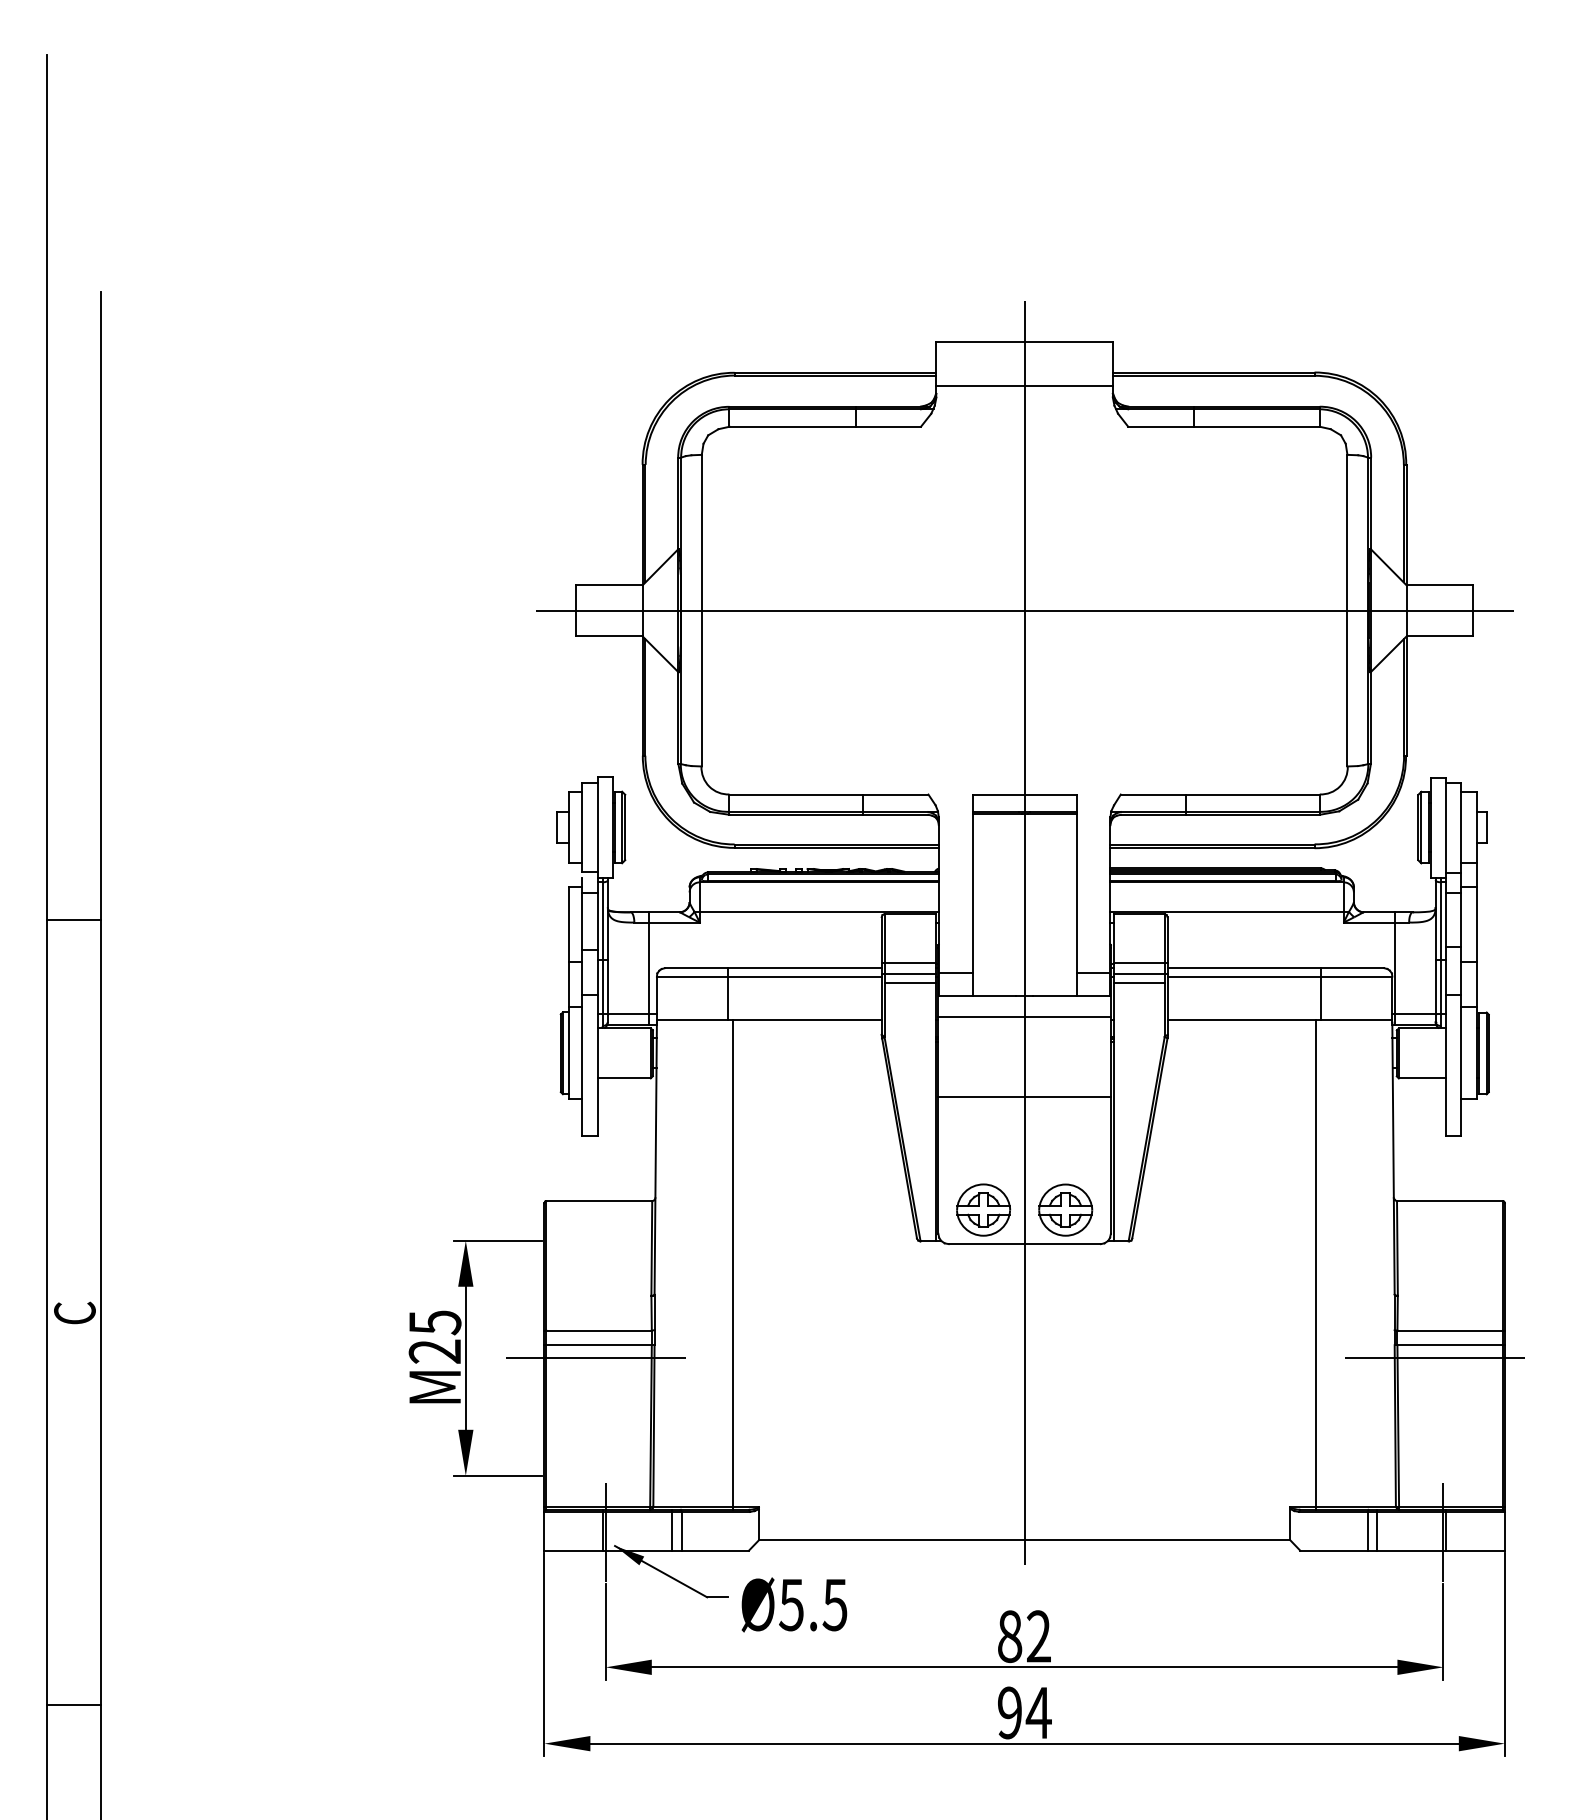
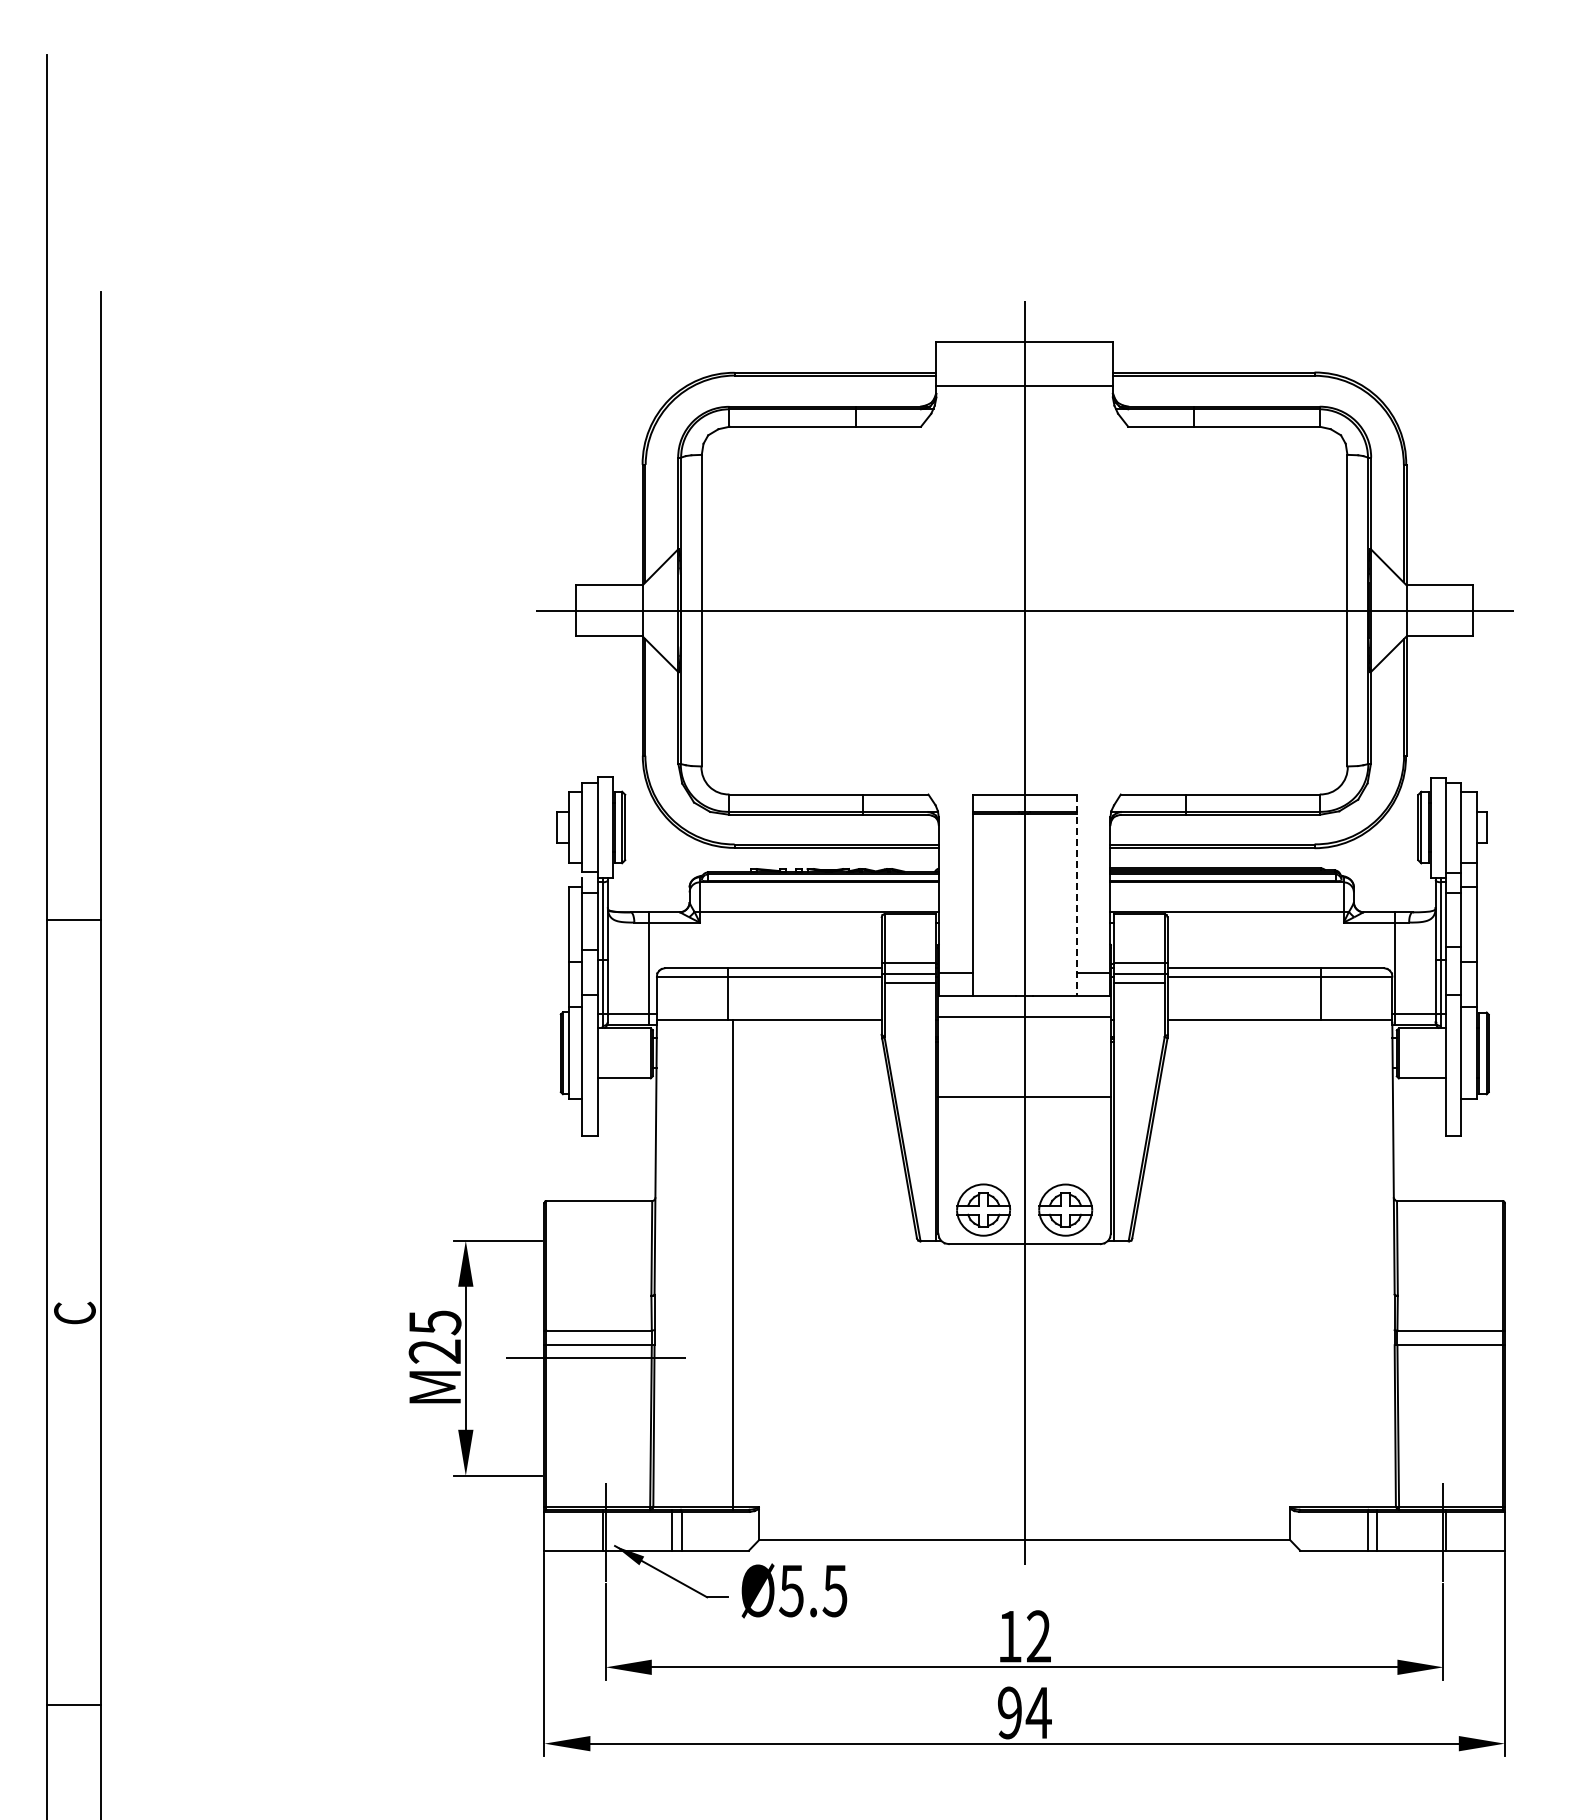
line at (1076, 895): solid -> dashed
line at (1315, 1264): present -> none
line at (1434, 1358): present -> none
text at (794, 1604) position: (794, 1604) -> (794, 1590)
text at (1010, 1636): 82 -> 12
